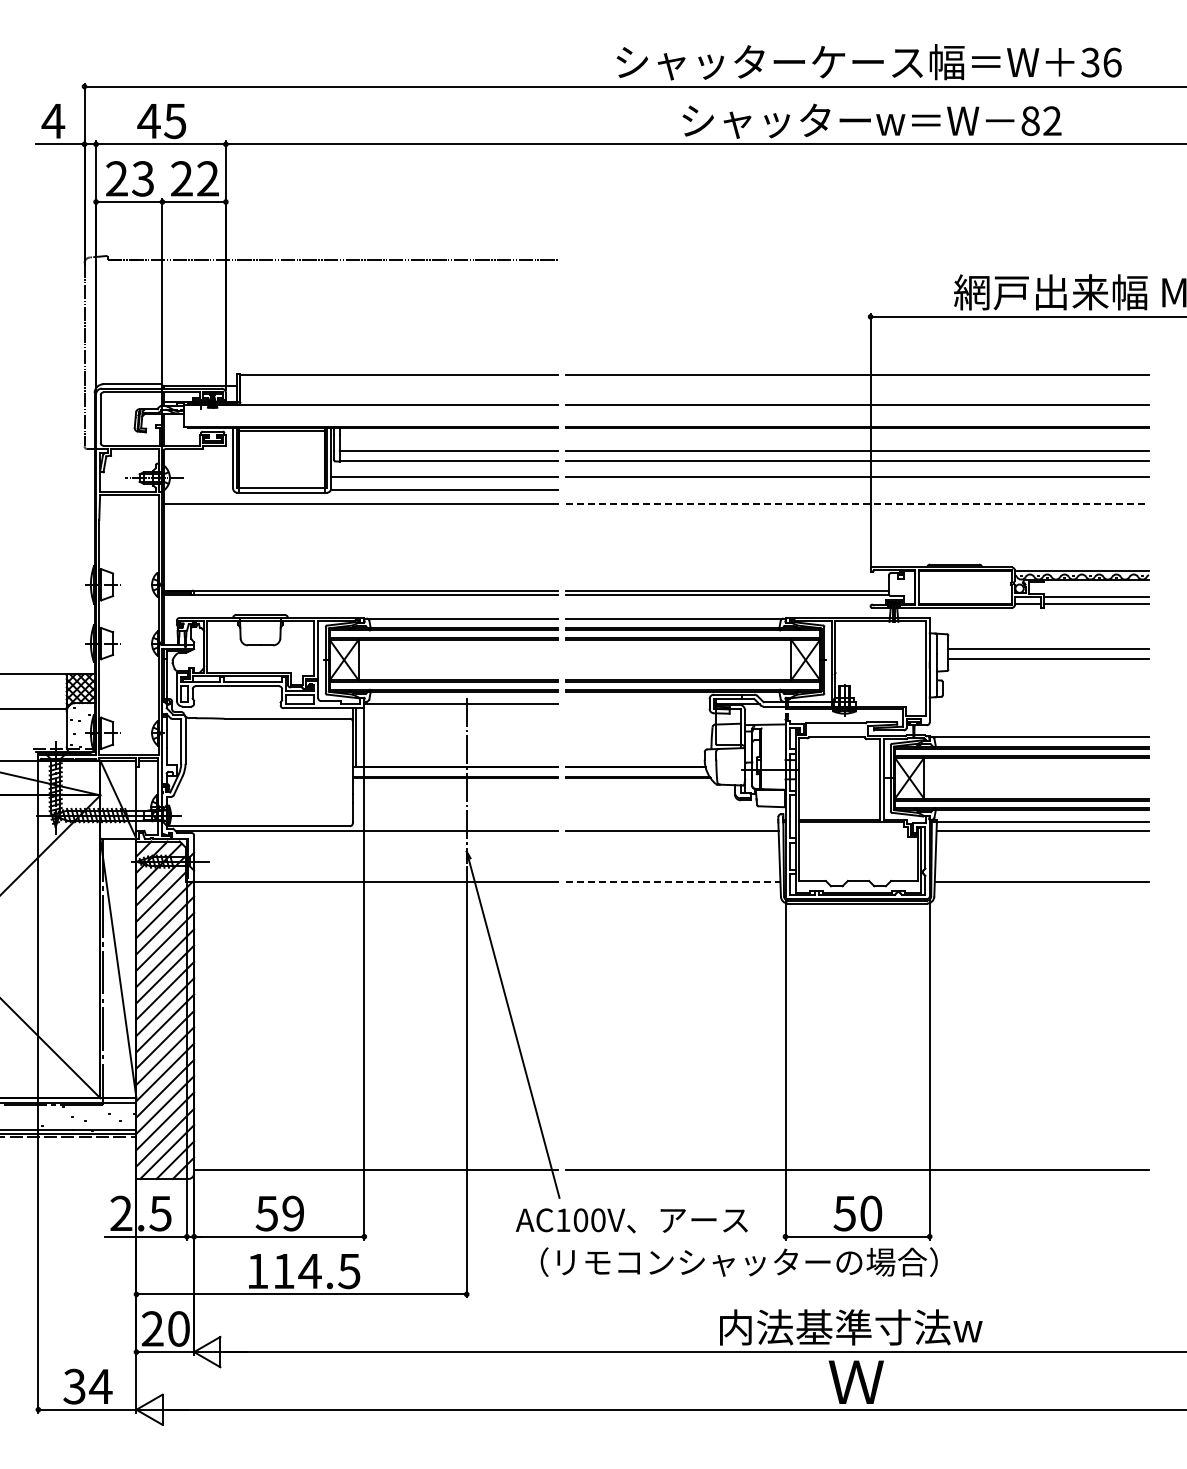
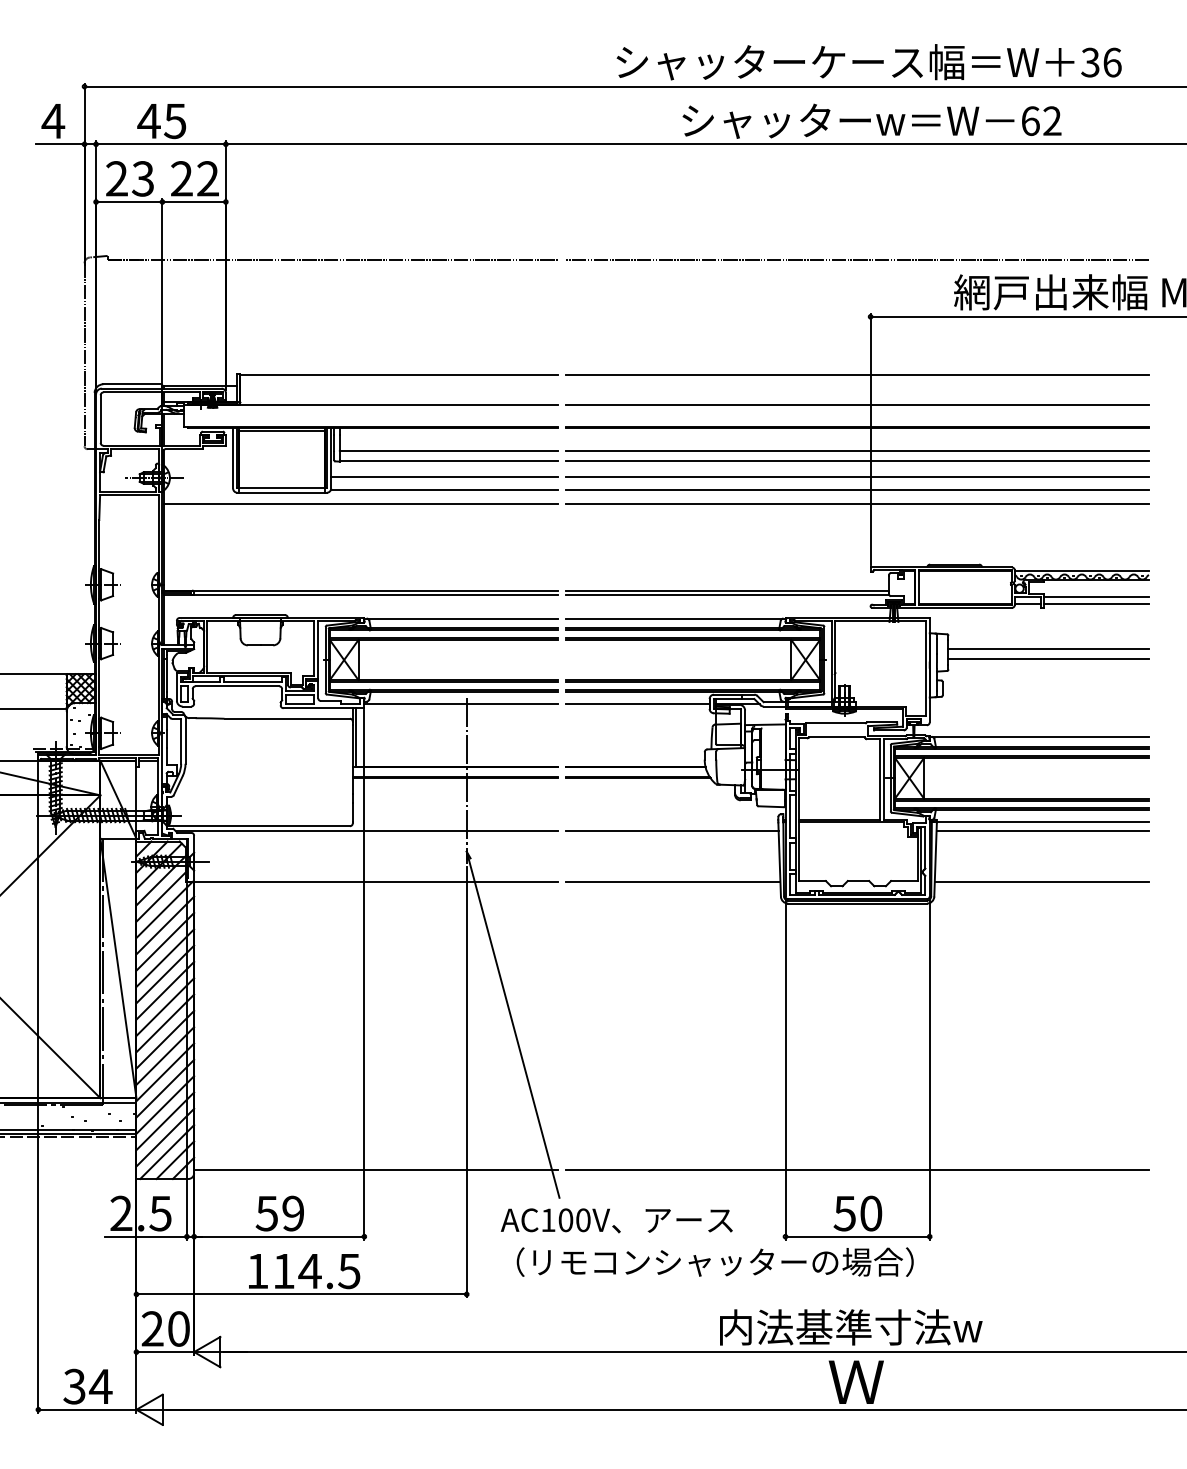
text at (1030, 120): 82 -> 62
line at (857, 259): none -> present
line at (857, 489): none -> present
line at (858, 504): dashed -> solid
line at (637, 704): none -> present
line at (673, 881): dashed -> solid
text at (631, 1220) position: (631, 1220) -> (616, 1220)
text at (738, 1261) position: (738, 1261) -> (714, 1261)
